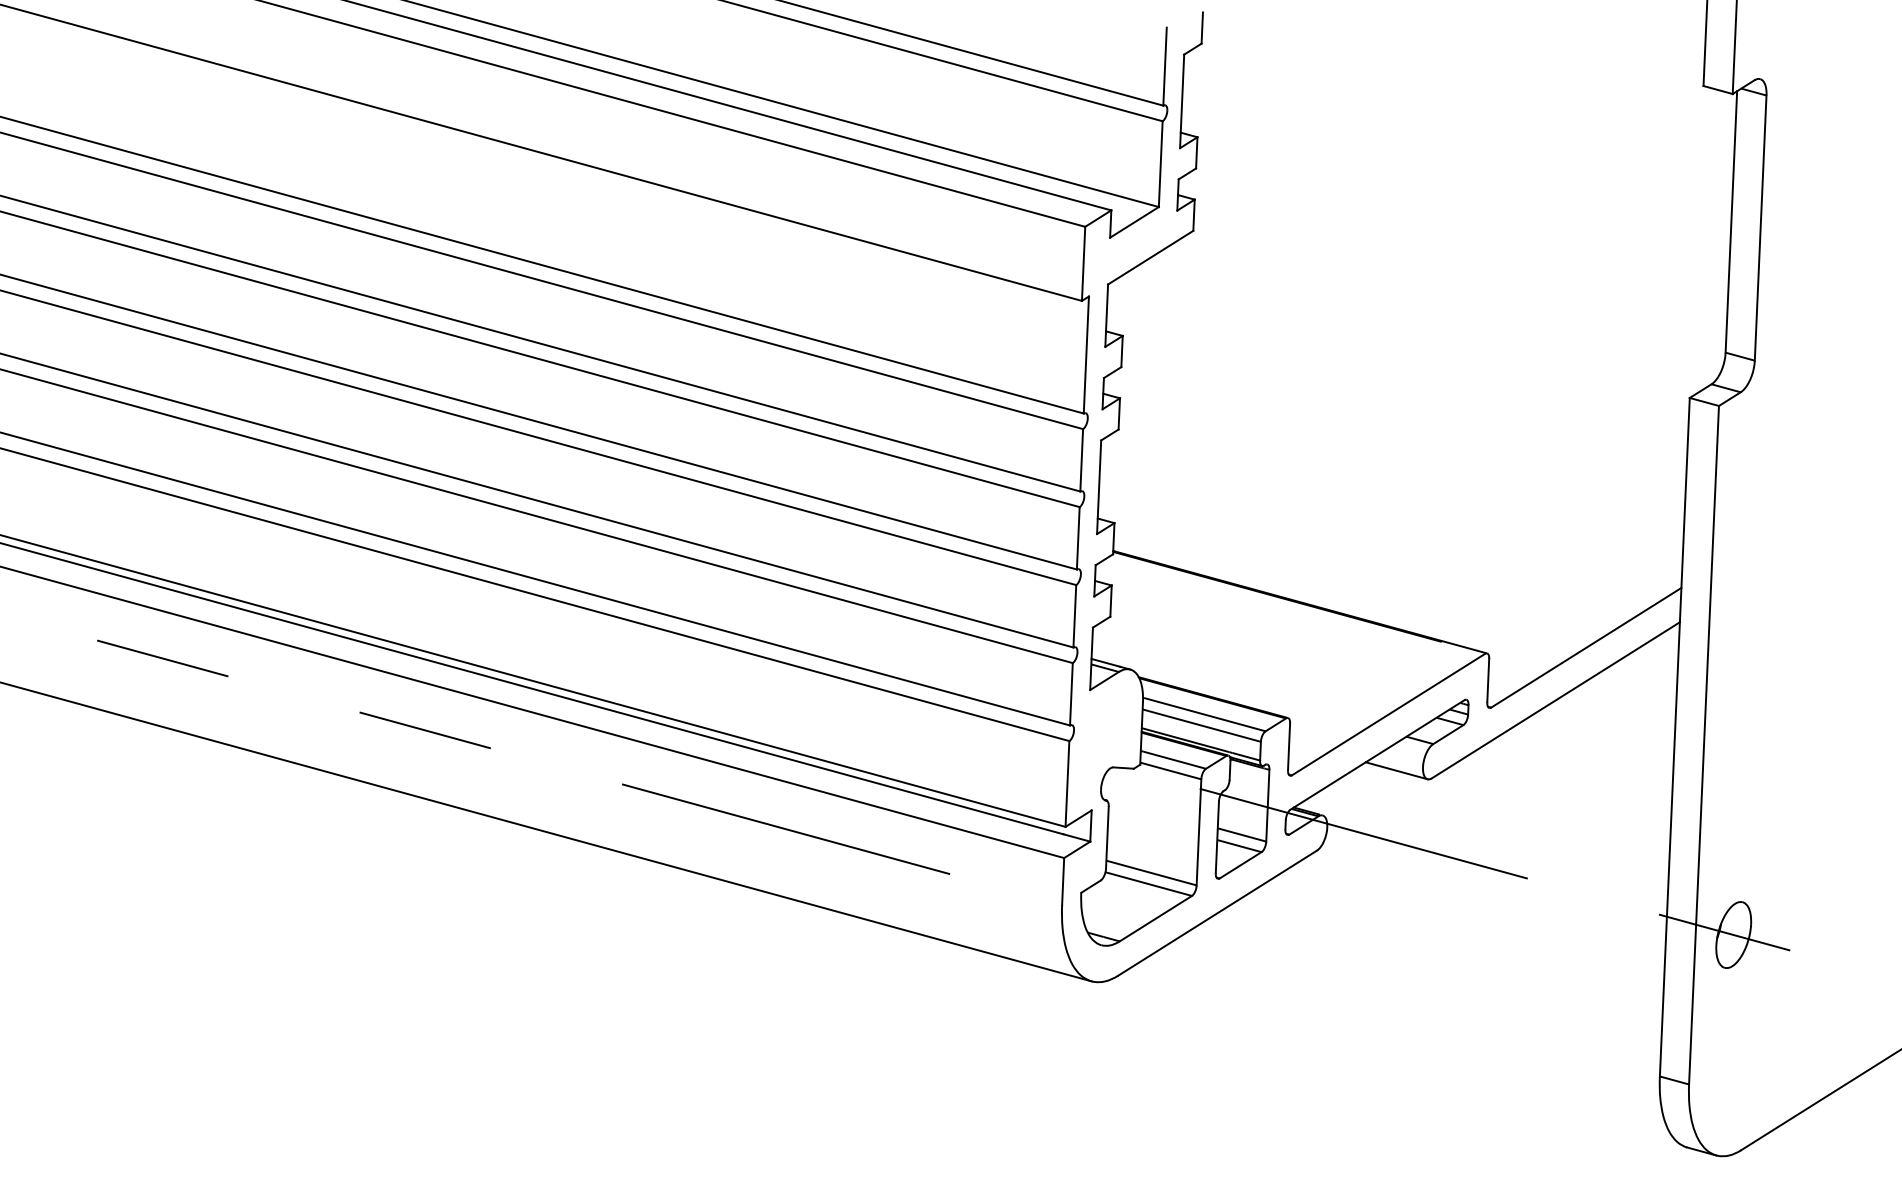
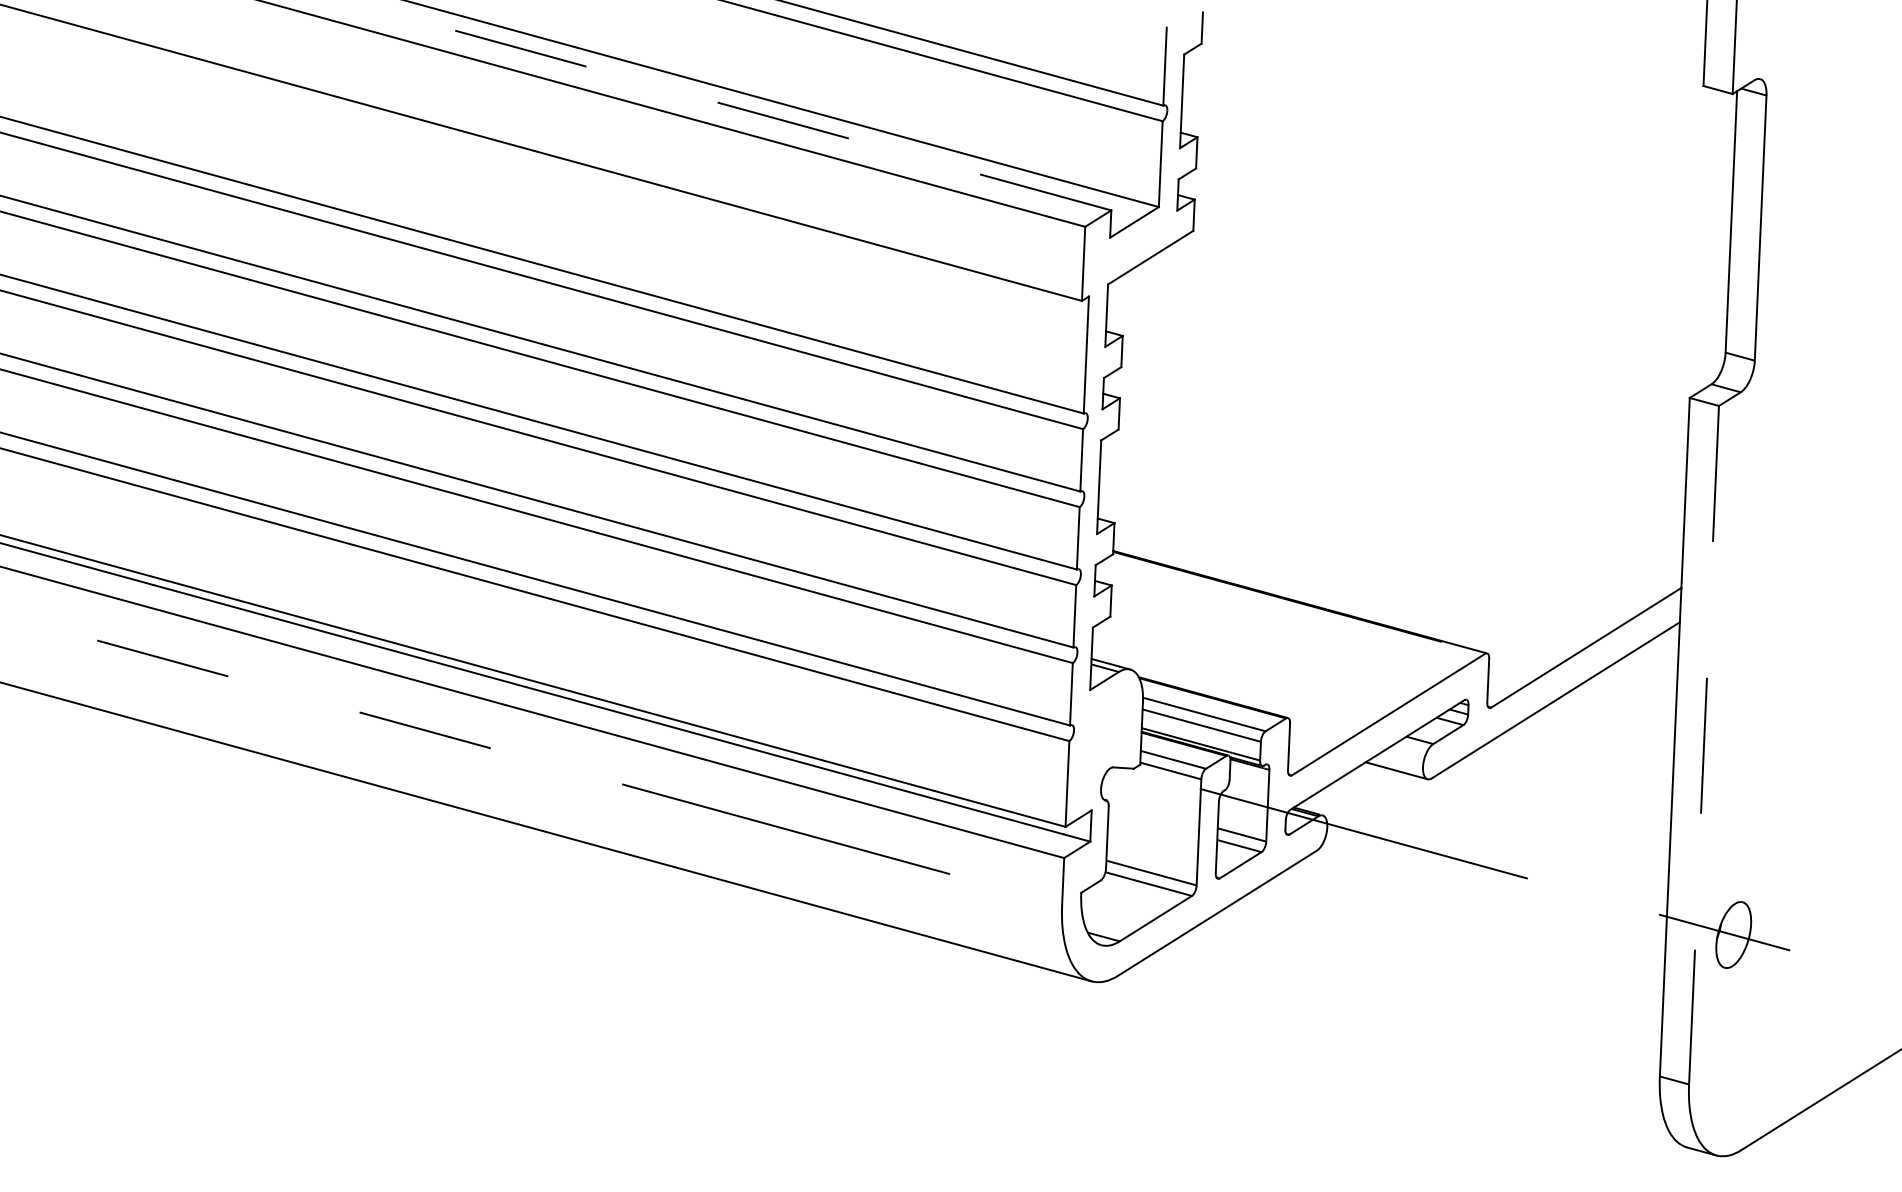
line at (727, 105): solid -> dashed
line at (1704, 745): solid -> dashed
